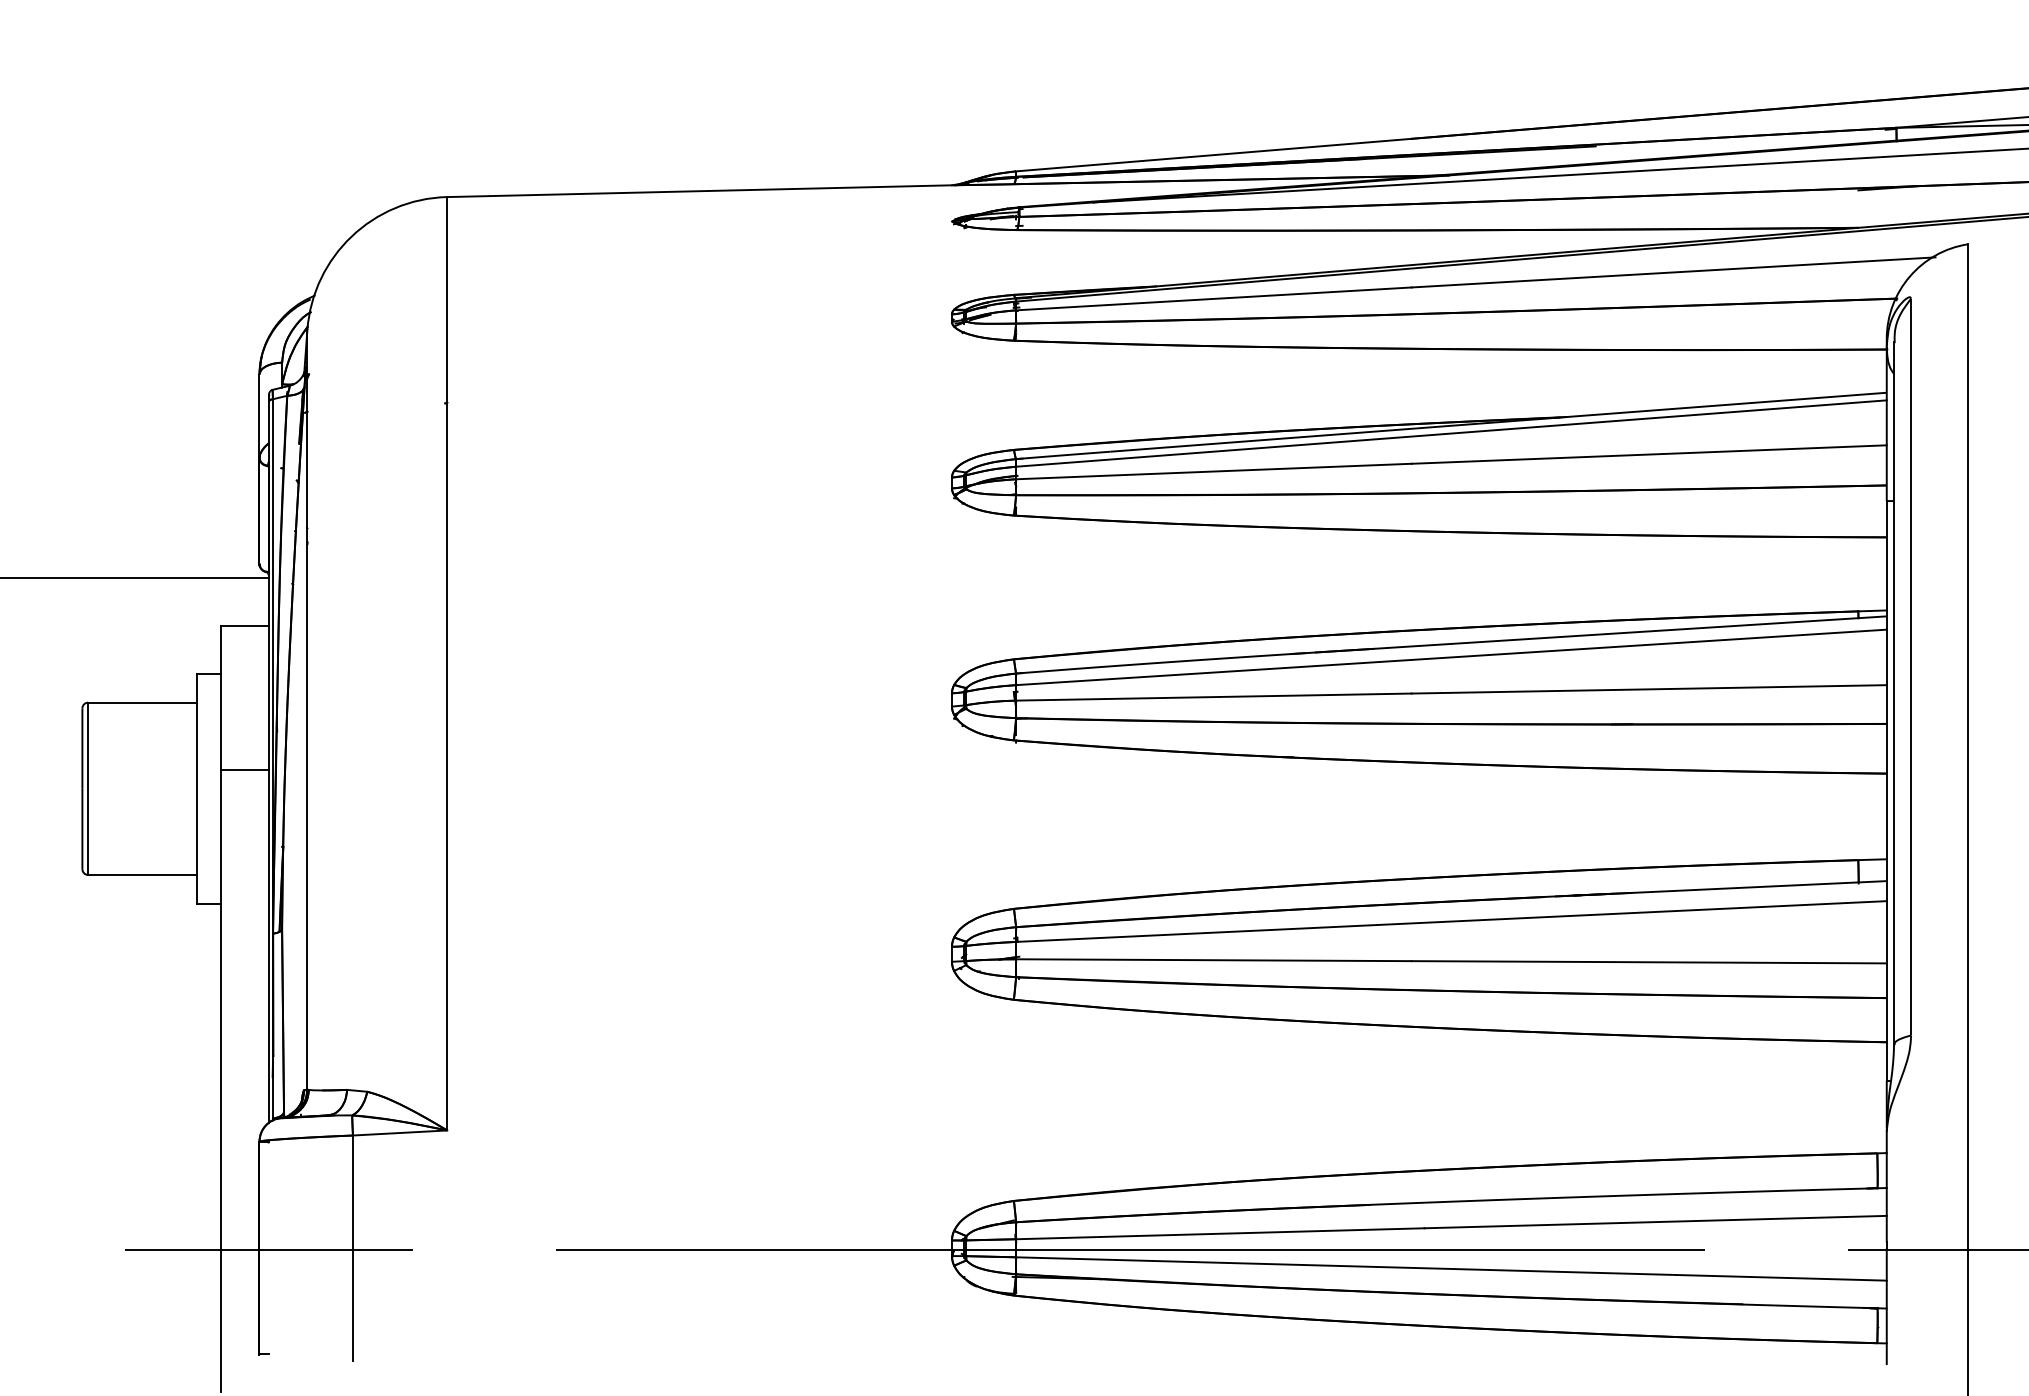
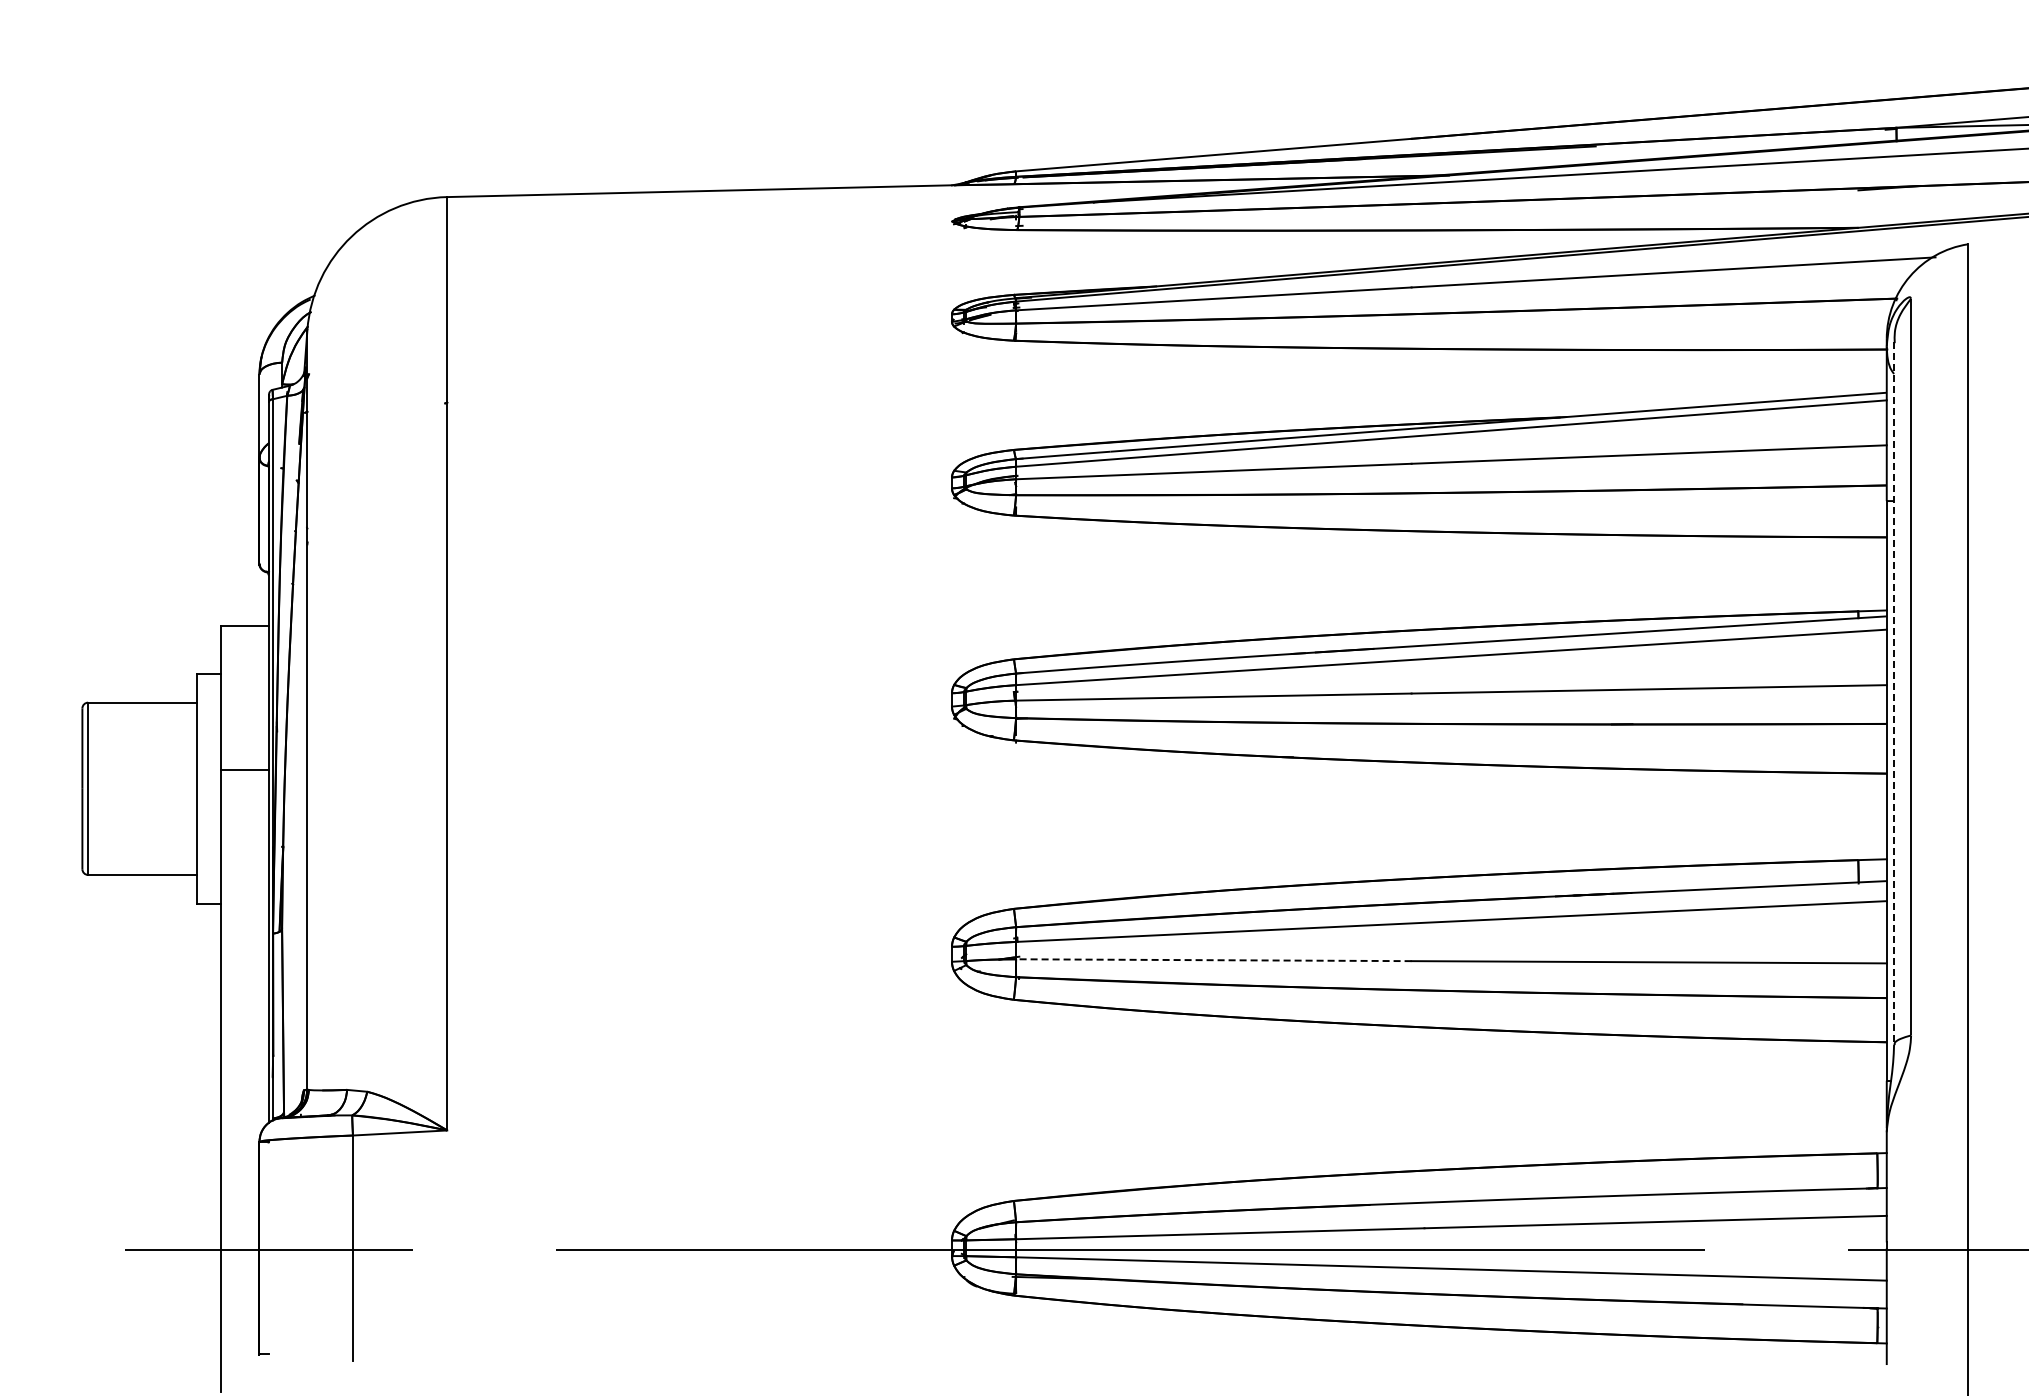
line at (135, 578): present -> none
line at (1894, 694): solid -> dashed
line at (1213, 960): solid -> dashed
